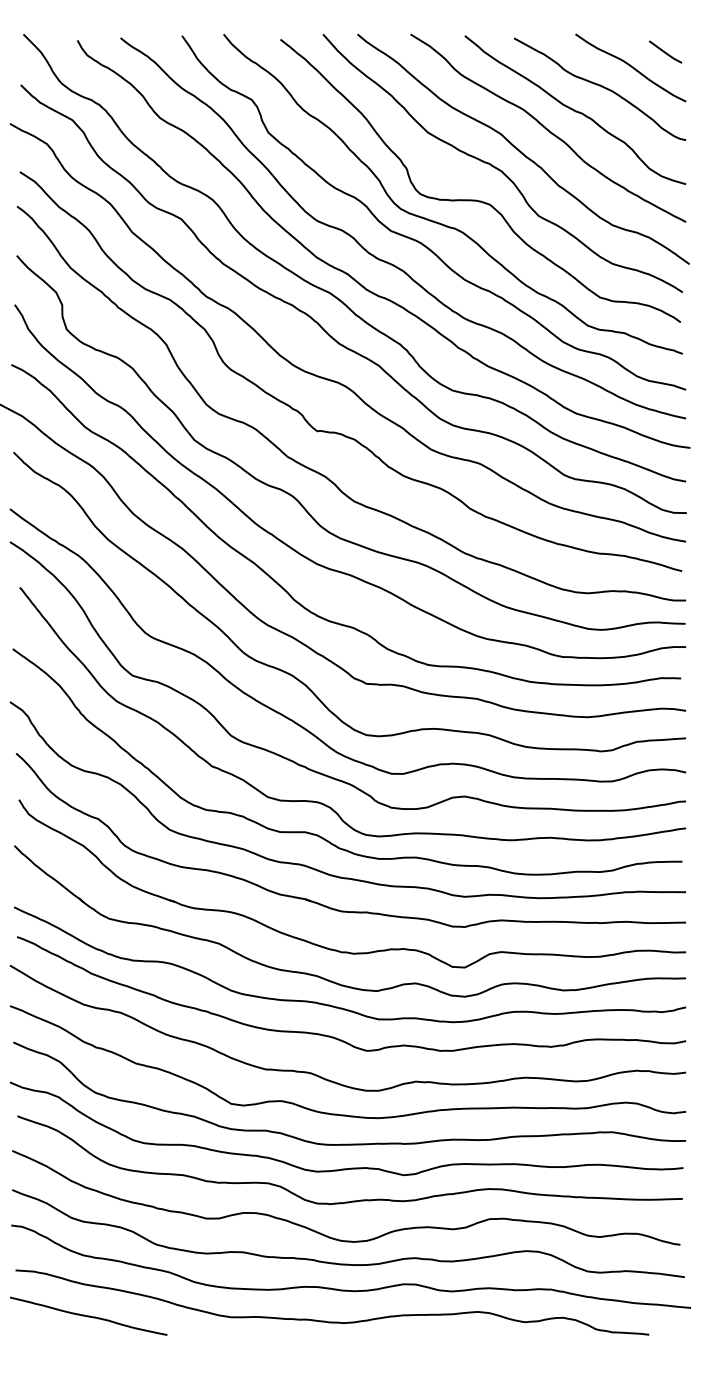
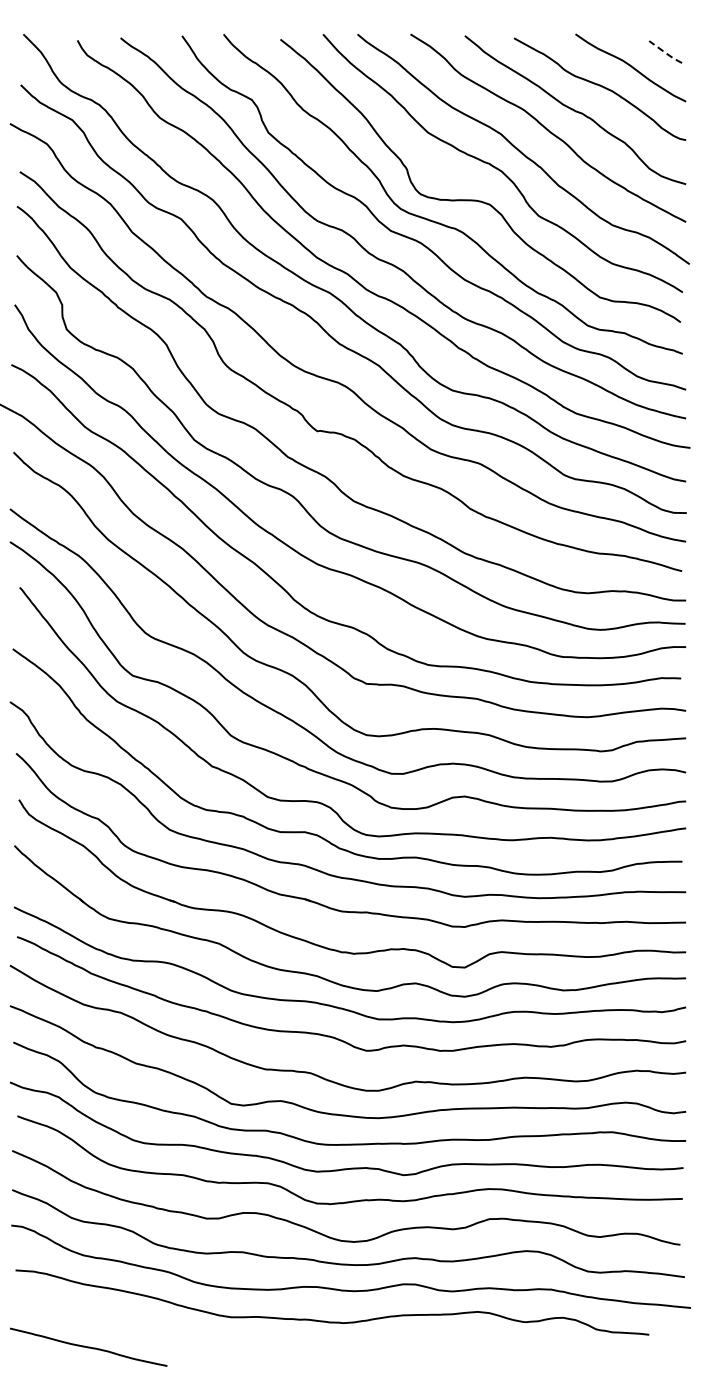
line at (665, 53): solid -> dashed
curve at (88, 1315) position: (88, 1315) -> (88, 1346)
